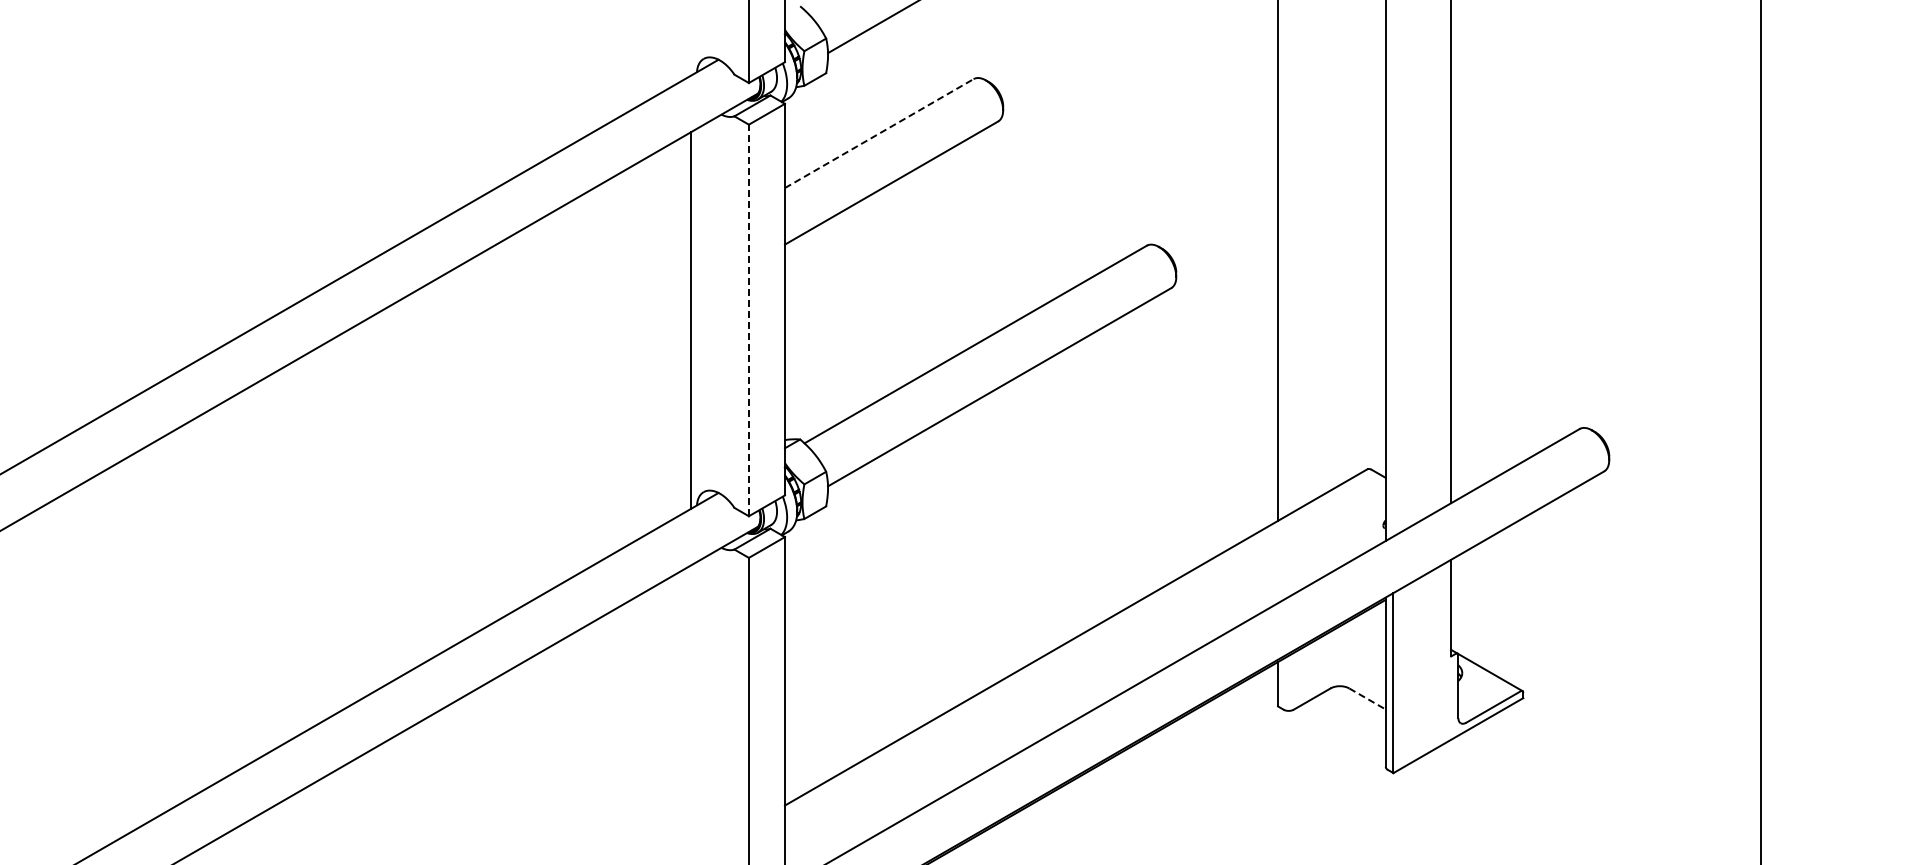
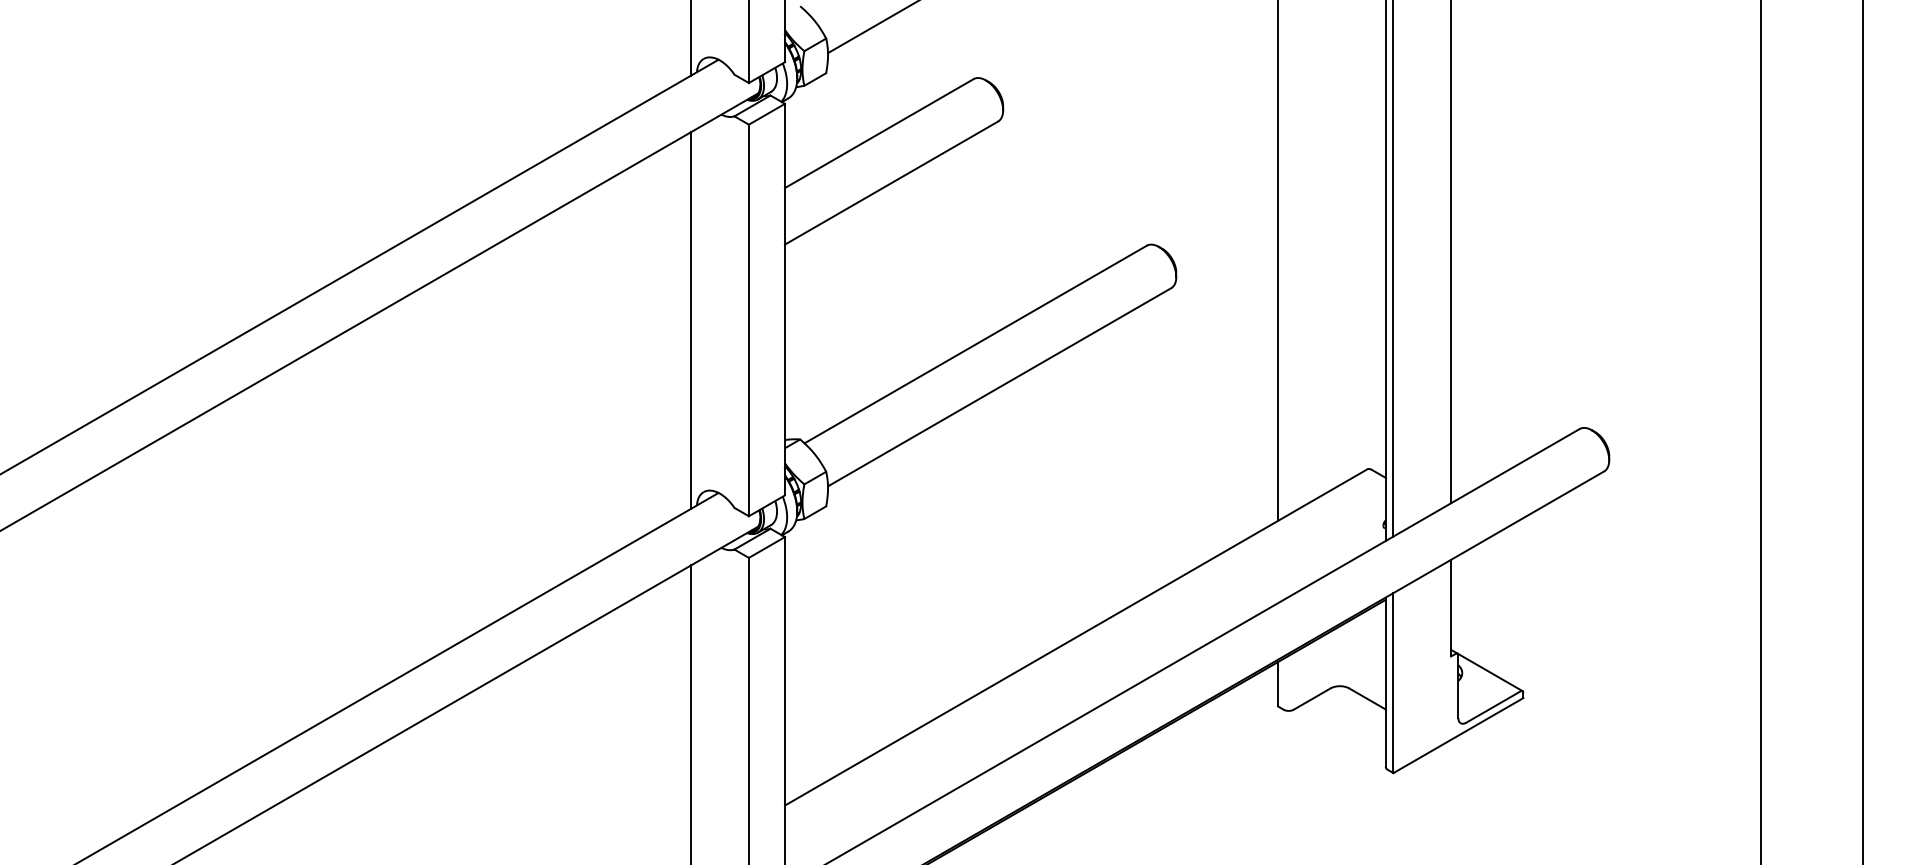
line at (691, 38): none -> present
line at (879, 133): dashed -> solid
line at (1393, 269): none -> present
line at (748, 320): dashed -> solid
line at (1863, 431): none -> present
line at (1367, 699): dashed -> solid
line at (691, 713): none -> present
